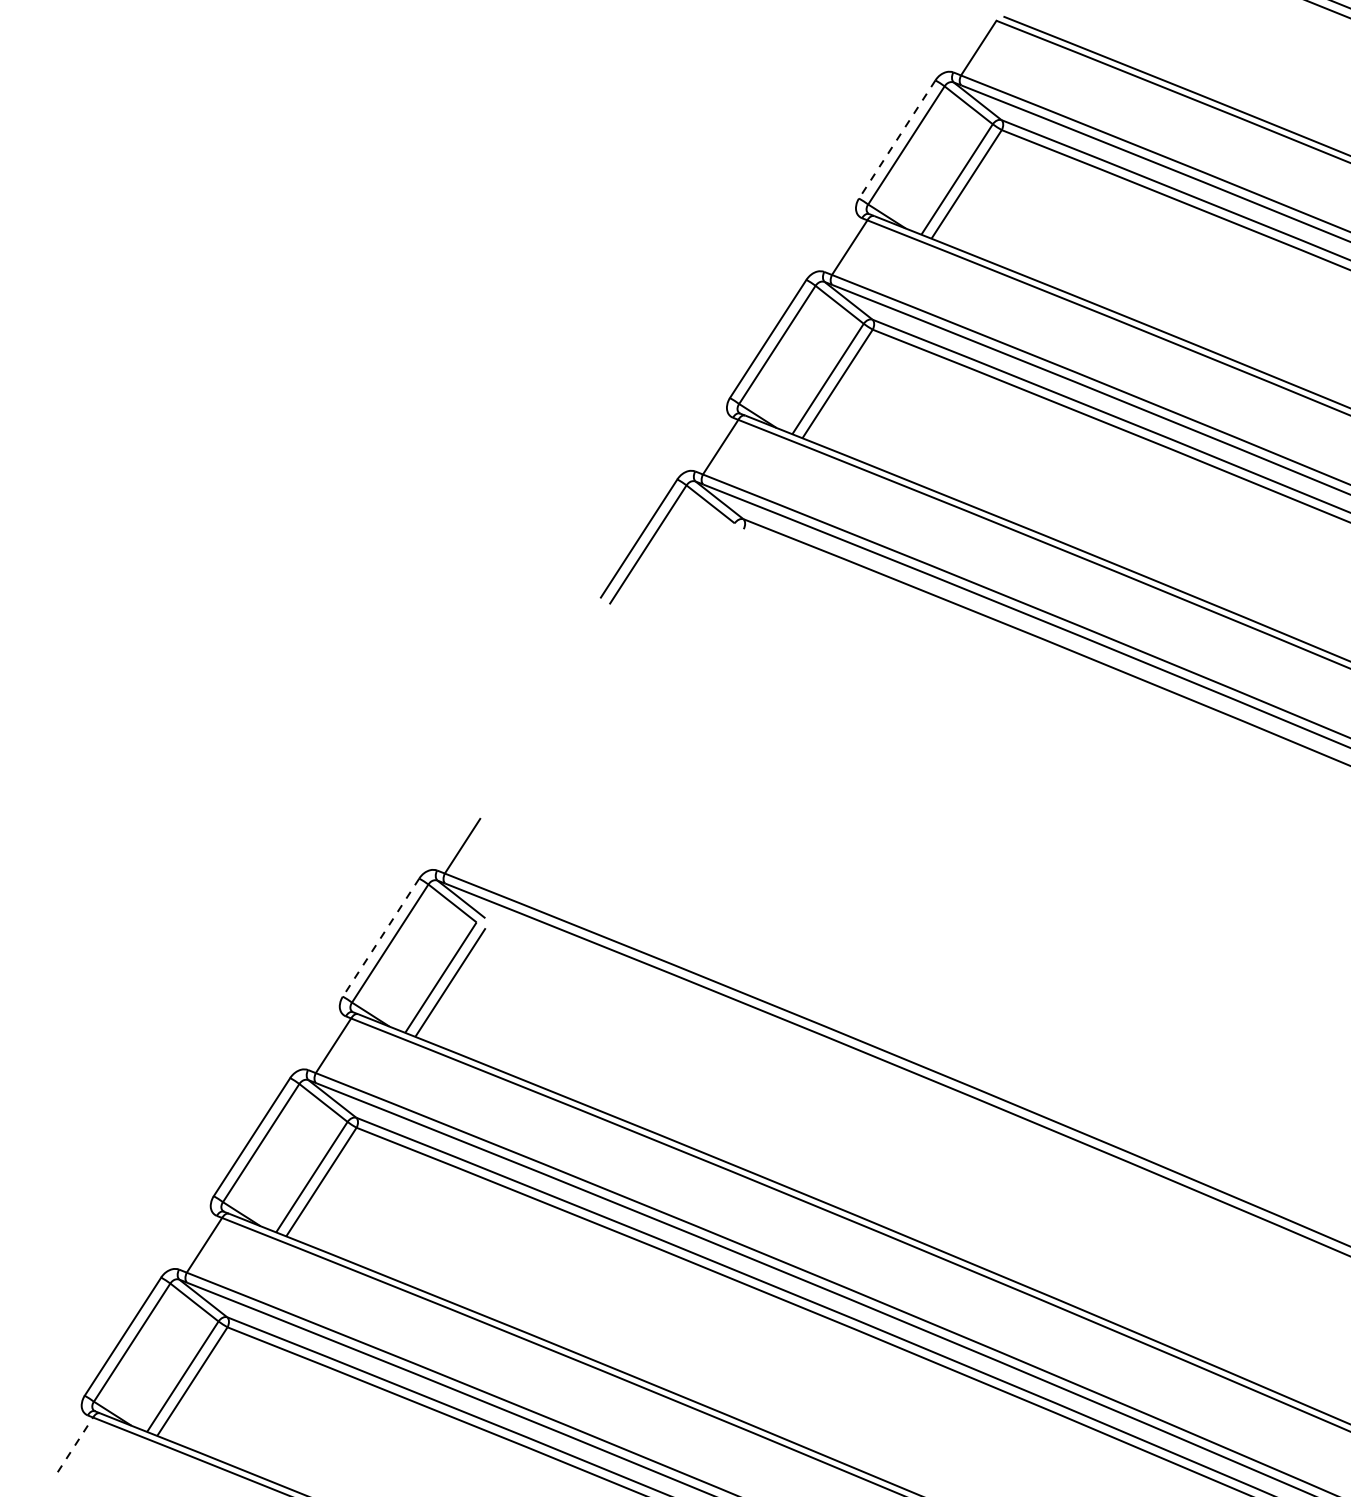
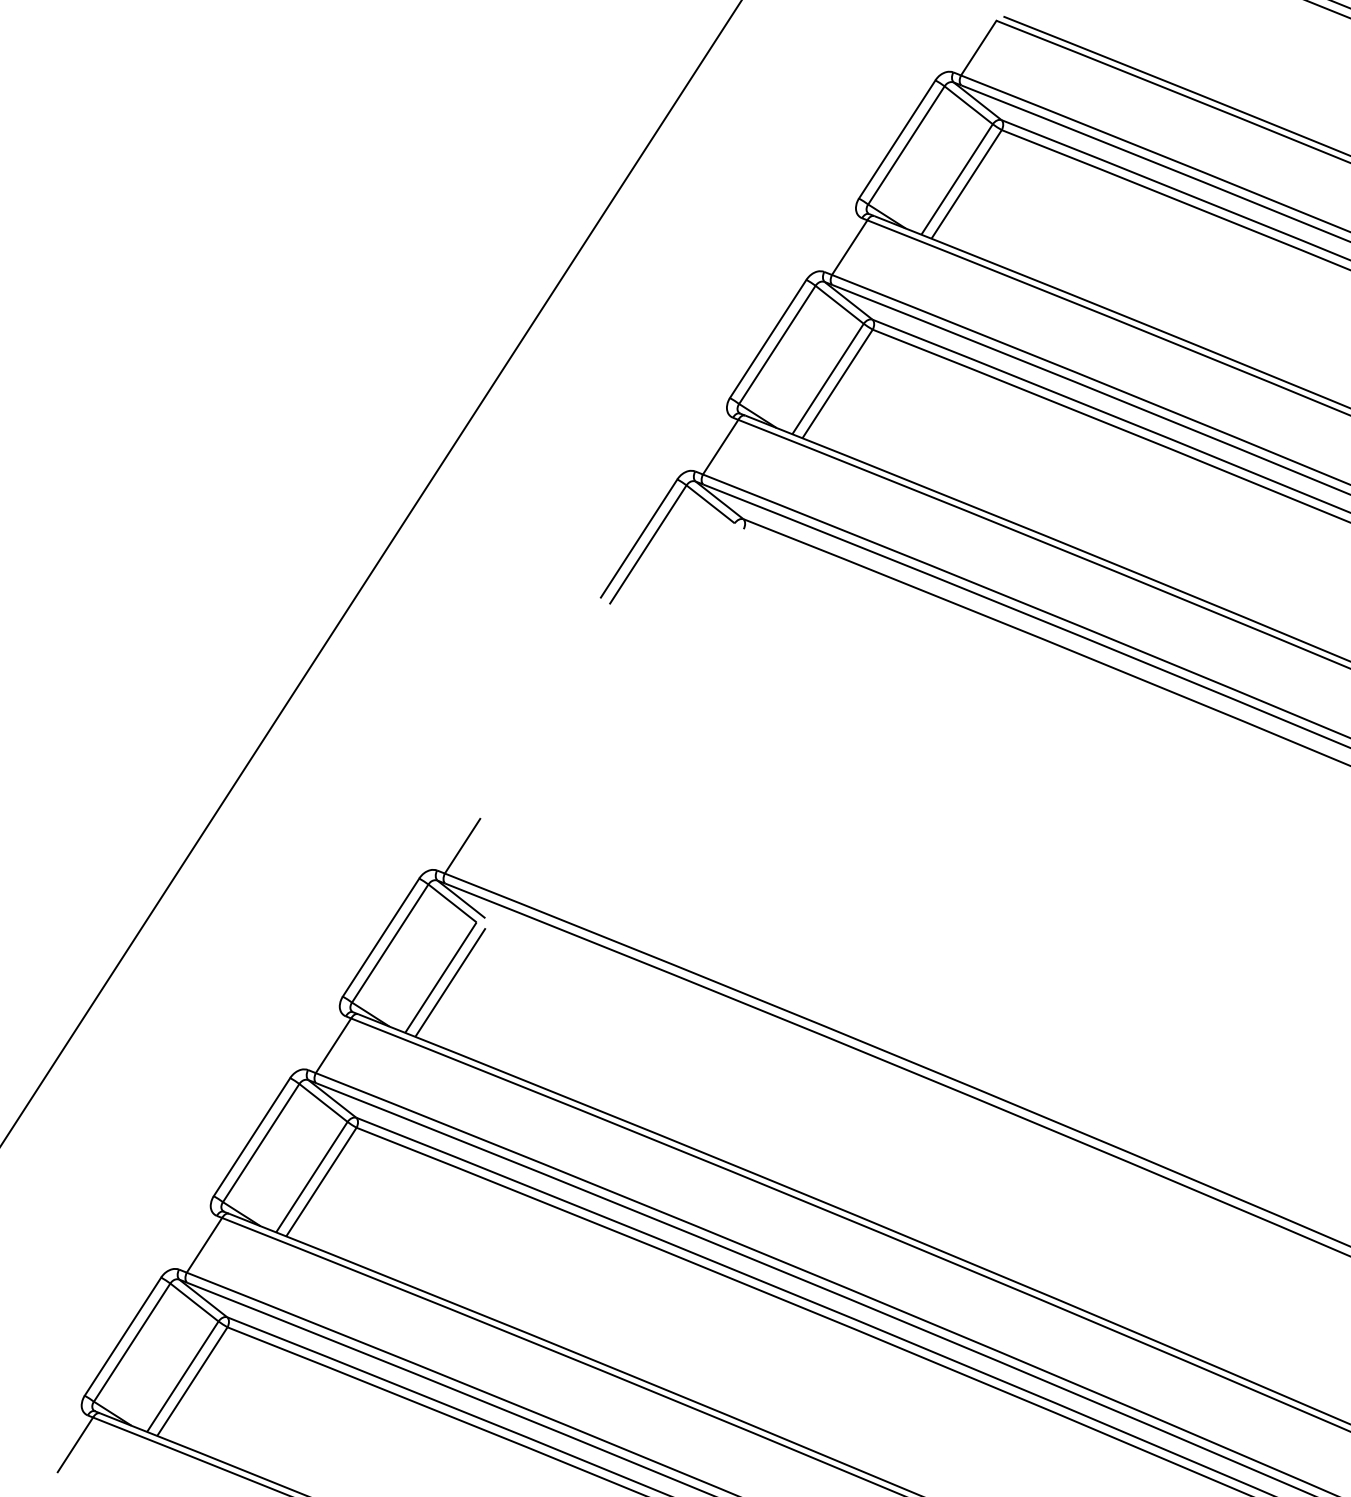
line at (896, 139): dashed -> solid
line at (371, 572): none -> present
line at (380, 938): dashed -> solid
line at (75, 1444): dashed -> solid
